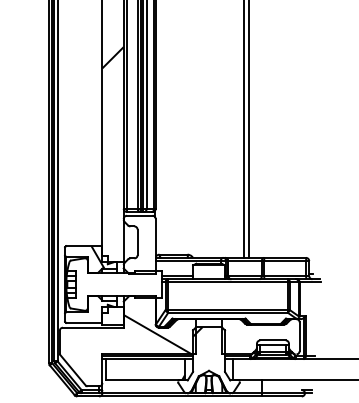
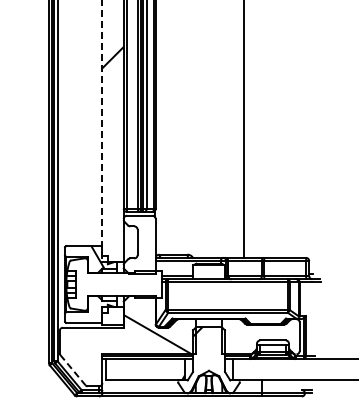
line at (248, 129): present -> none
line at (102, 131): solid -> dashed
line at (73, 370): solid -> dashed
